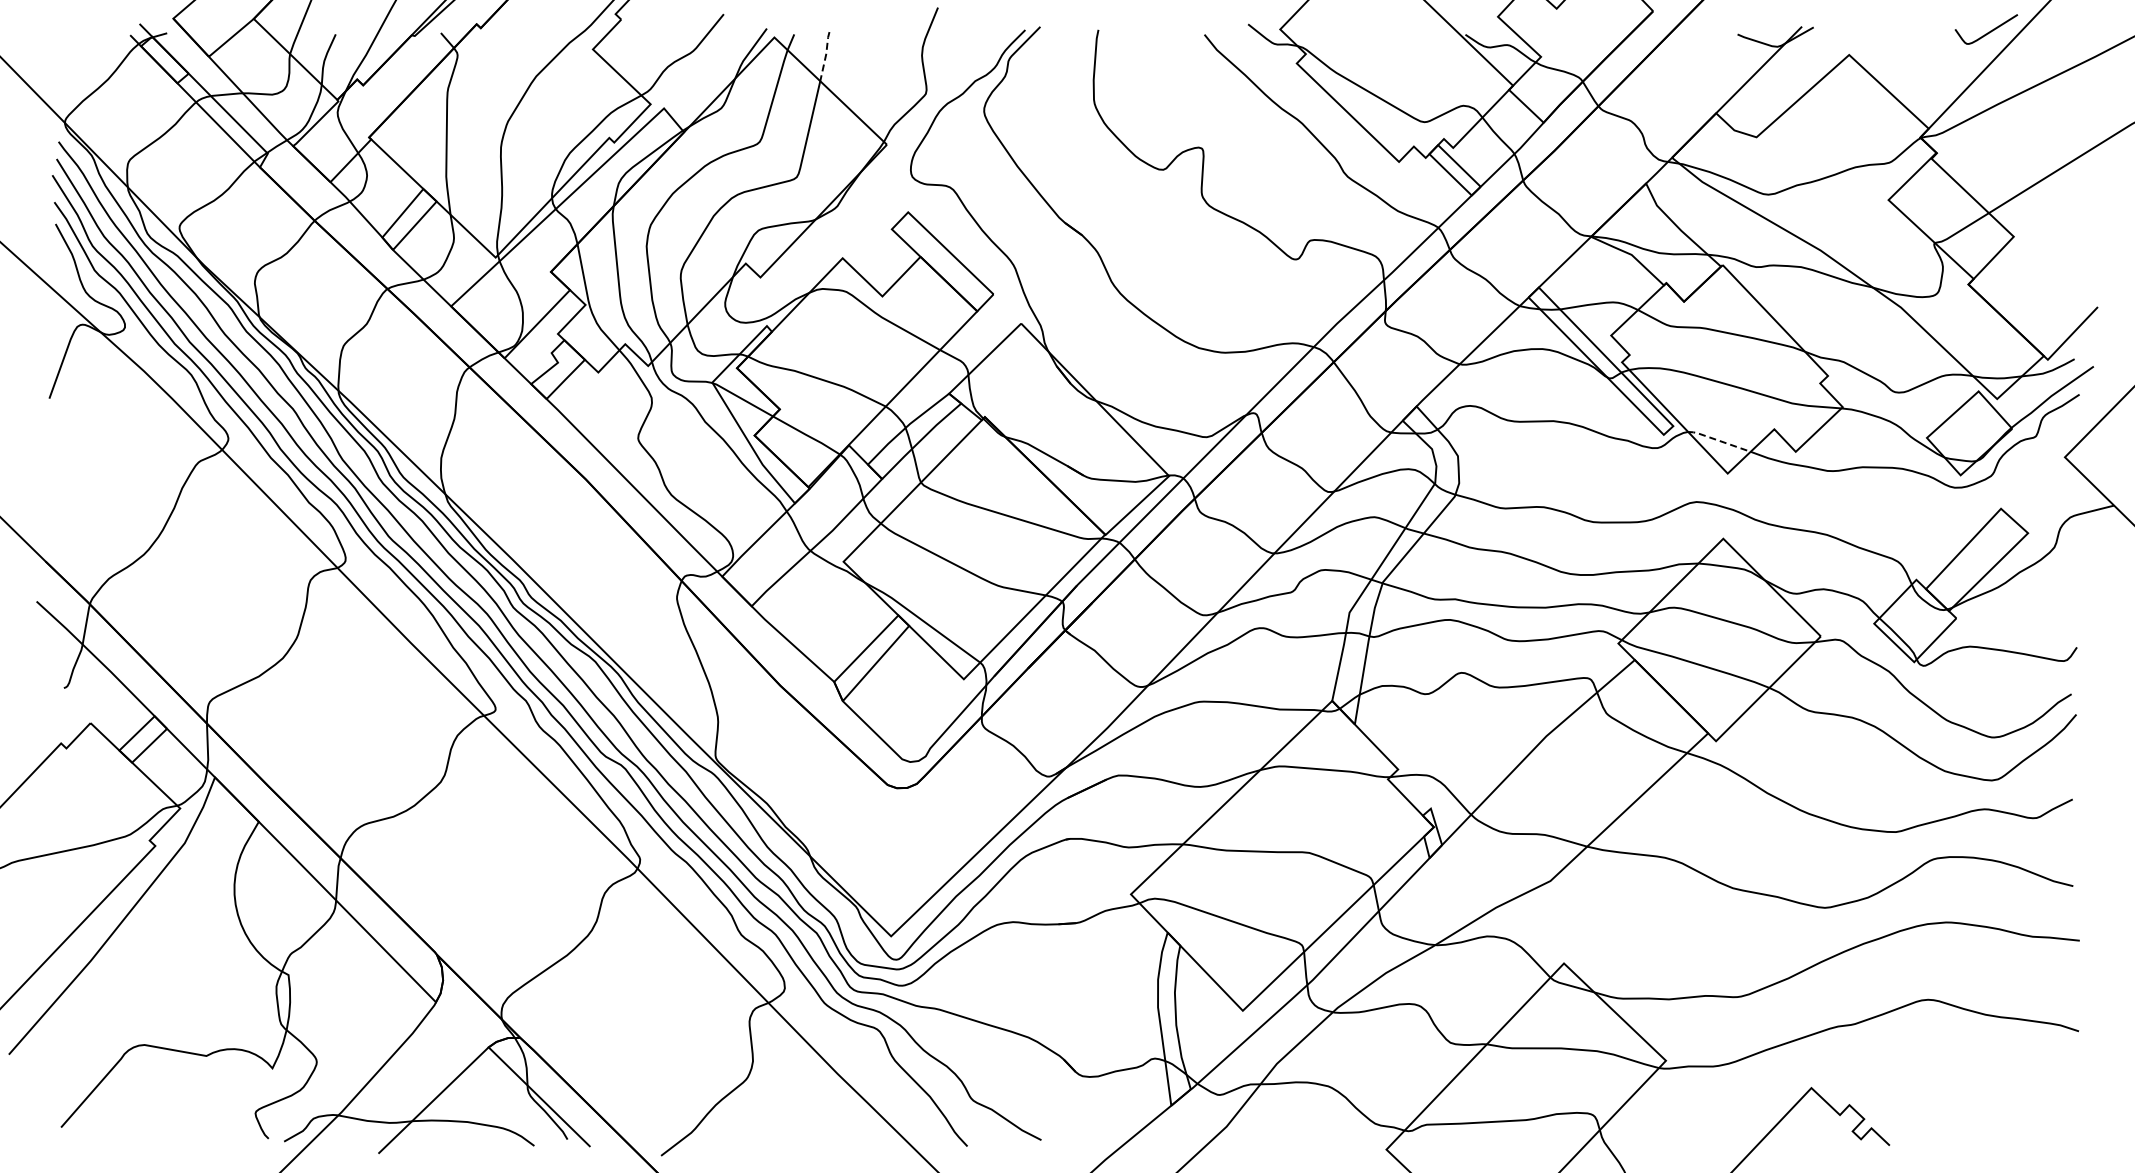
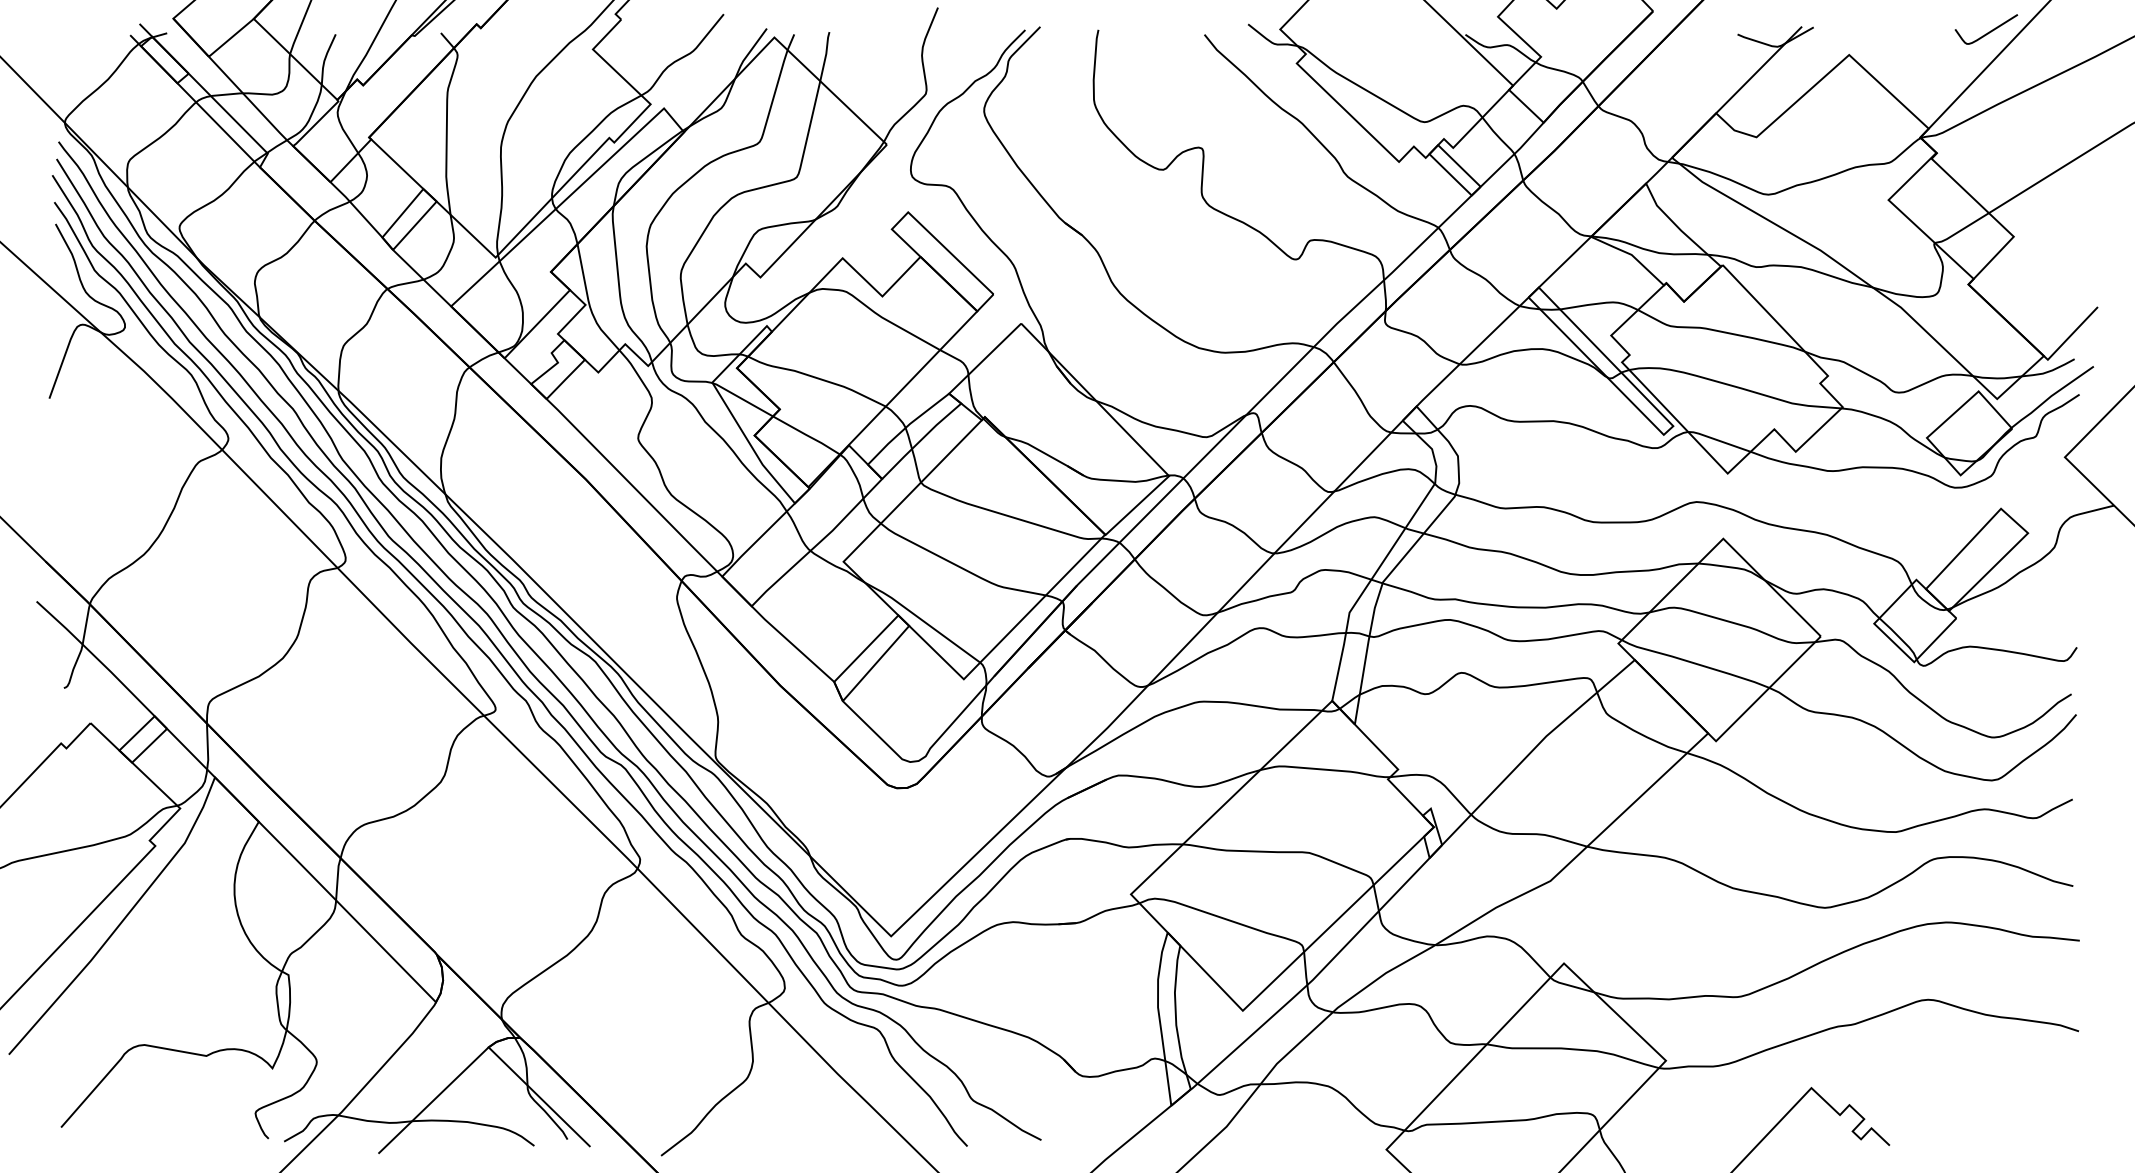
line at (825, 55): dashed -> solid
line at (1718, 440): dashed -> solid
